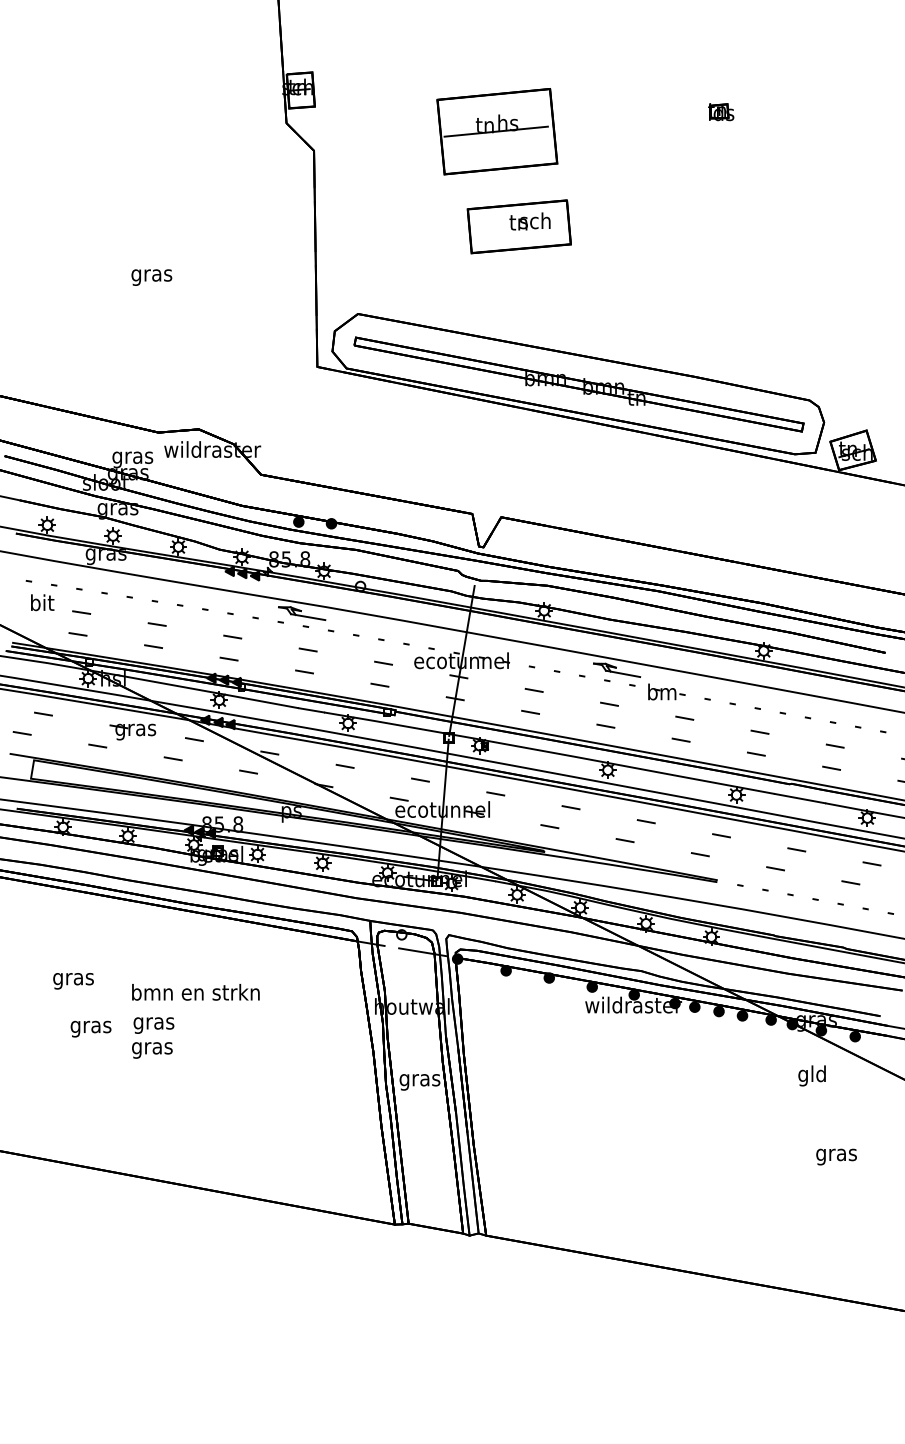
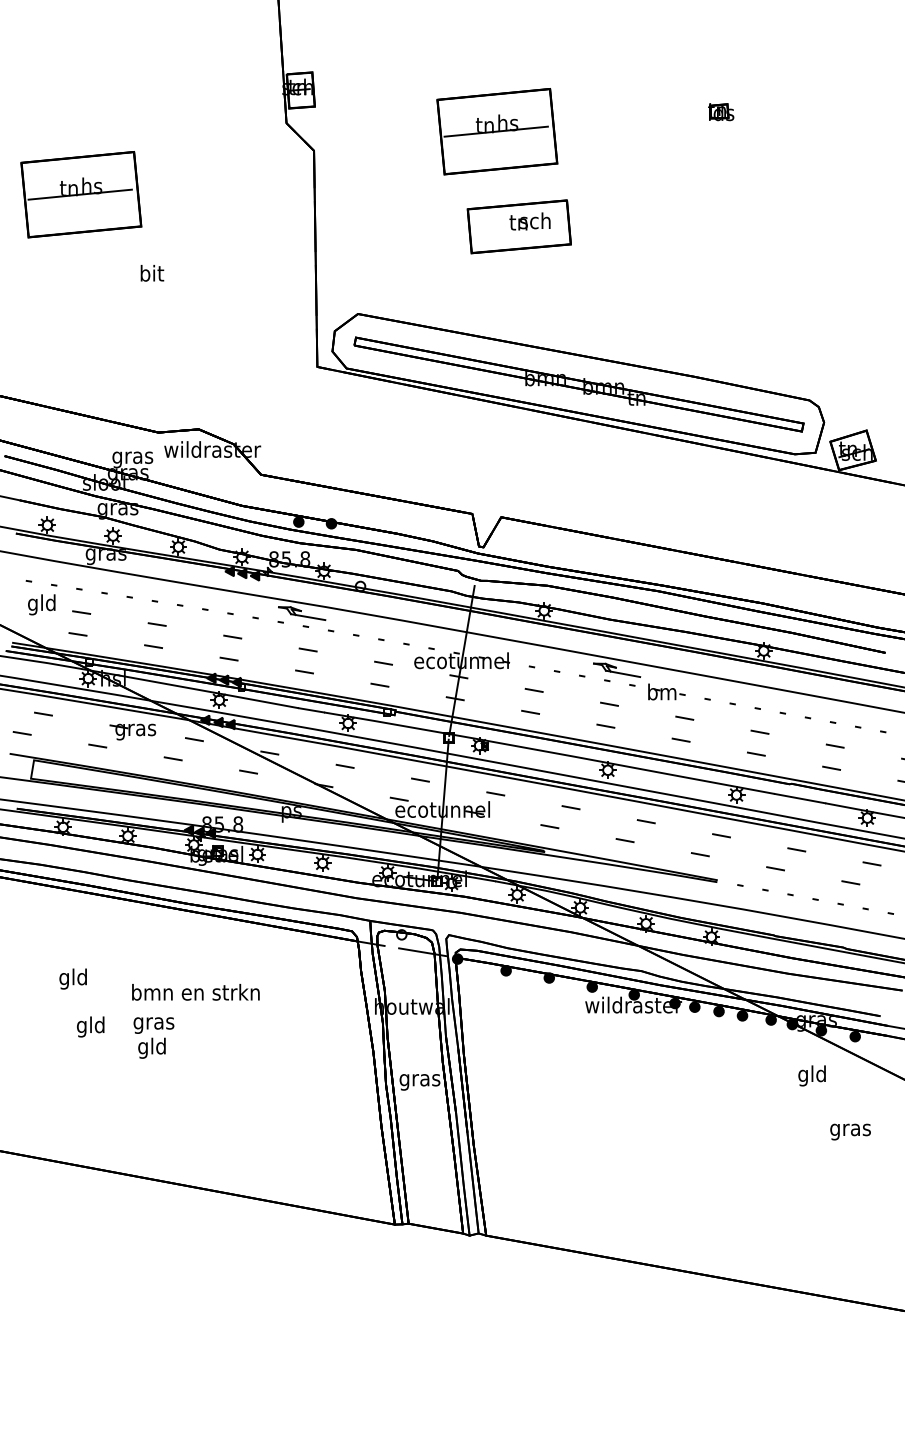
part at (81, 194): none -> present
text at (151, 274): gras -> bit
text at (41, 604): bit -> gld
text at (73, 978): gras -> gld
text at (90, 1026): gras -> gld
text at (152, 1047): gras -> gld
text at (836, 1156) position: (836, 1156) -> (850, 1131)
